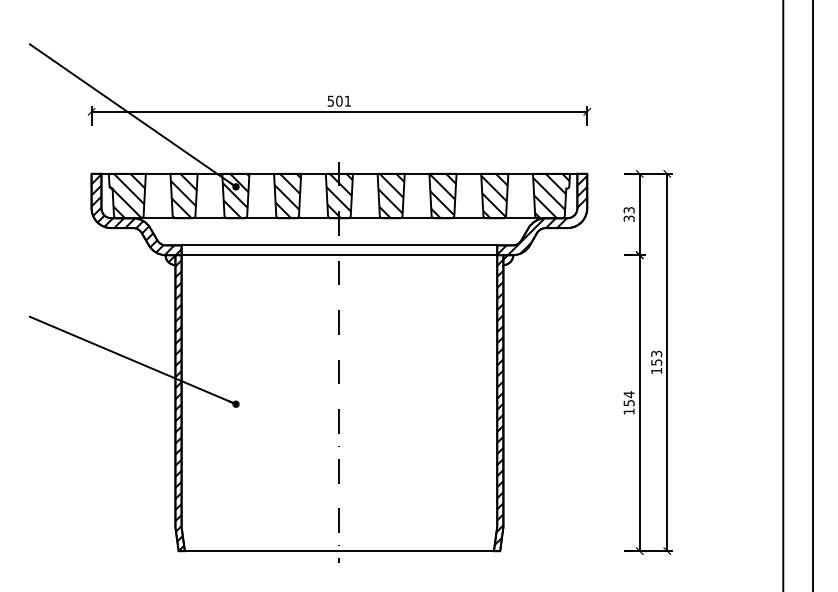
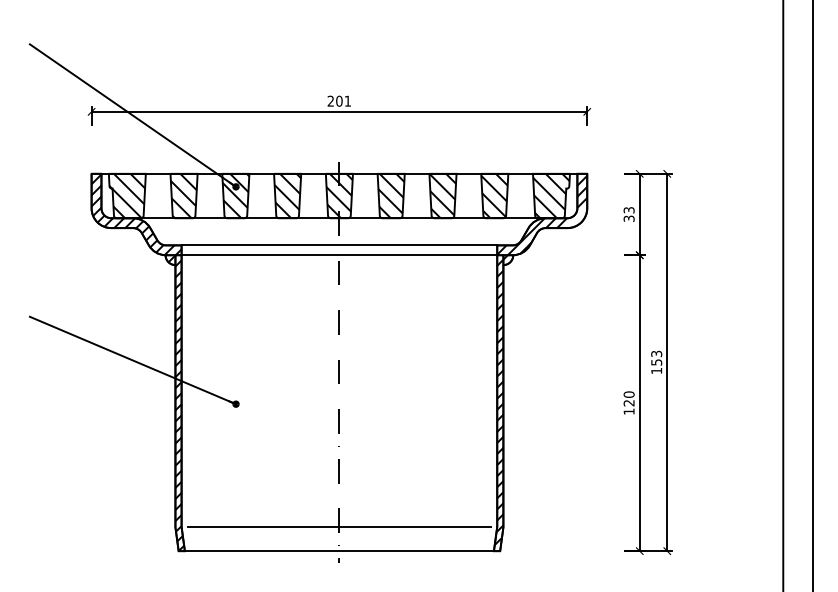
text at (330, 100): 501 -> 201
text at (628, 398): 154 -> 120
line at (339, 527): none -> present
